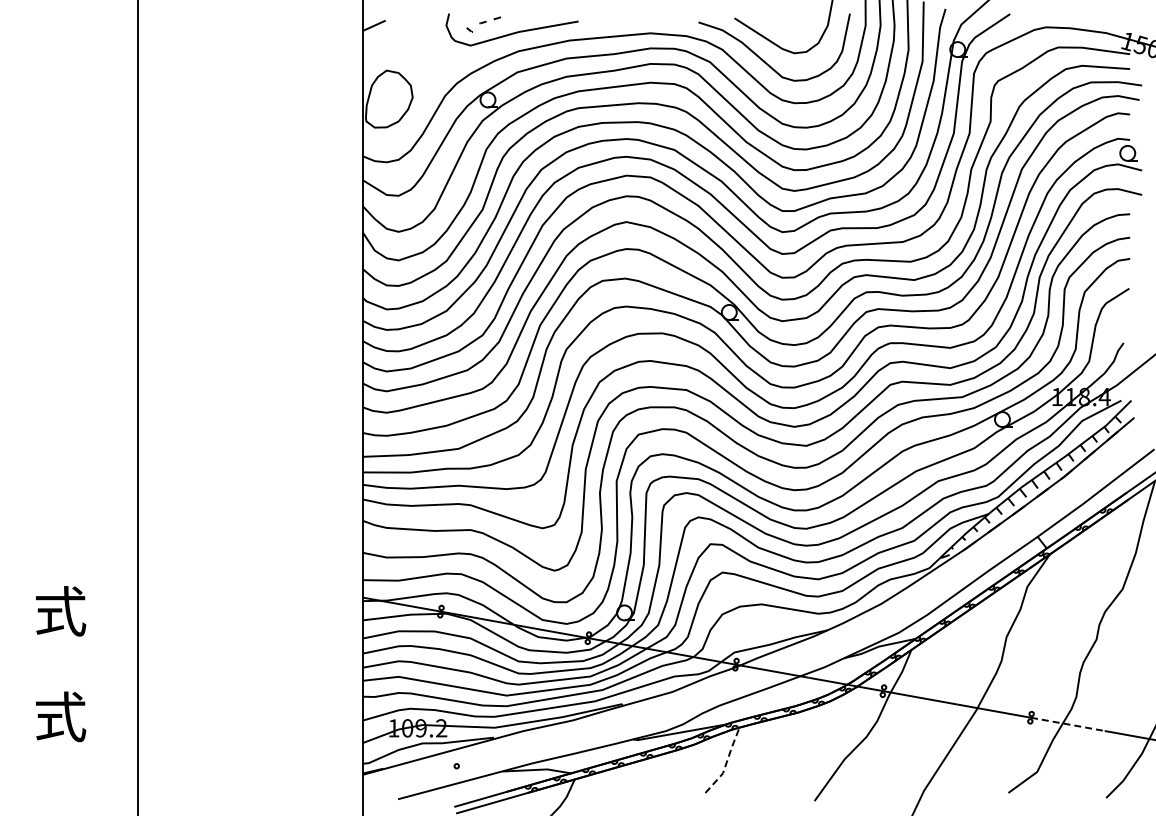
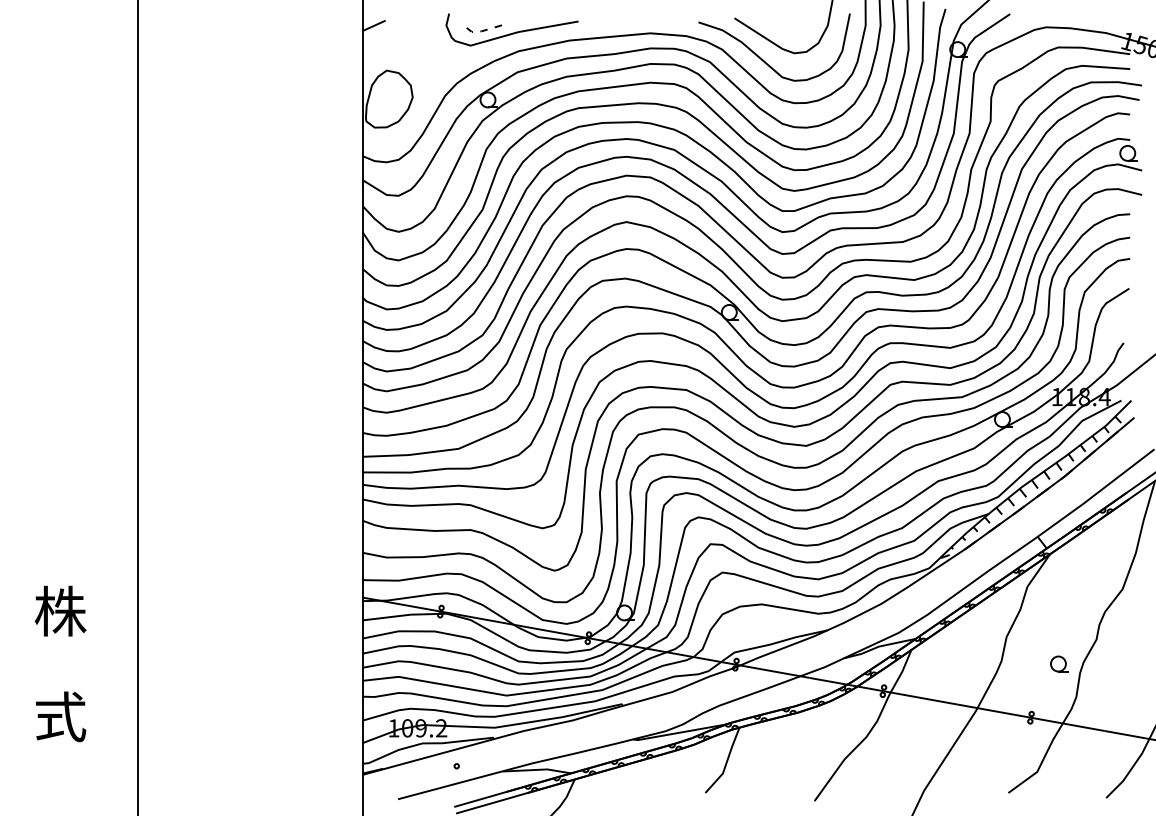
part at (489, 20) position: (489, 20) -> (490, 28)
text at (60, 610): 式 -> 株
part at (1059, 663): none -> present
line at (1068, 724): dashed -> solid
line at (726, 762): dashed -> solid
